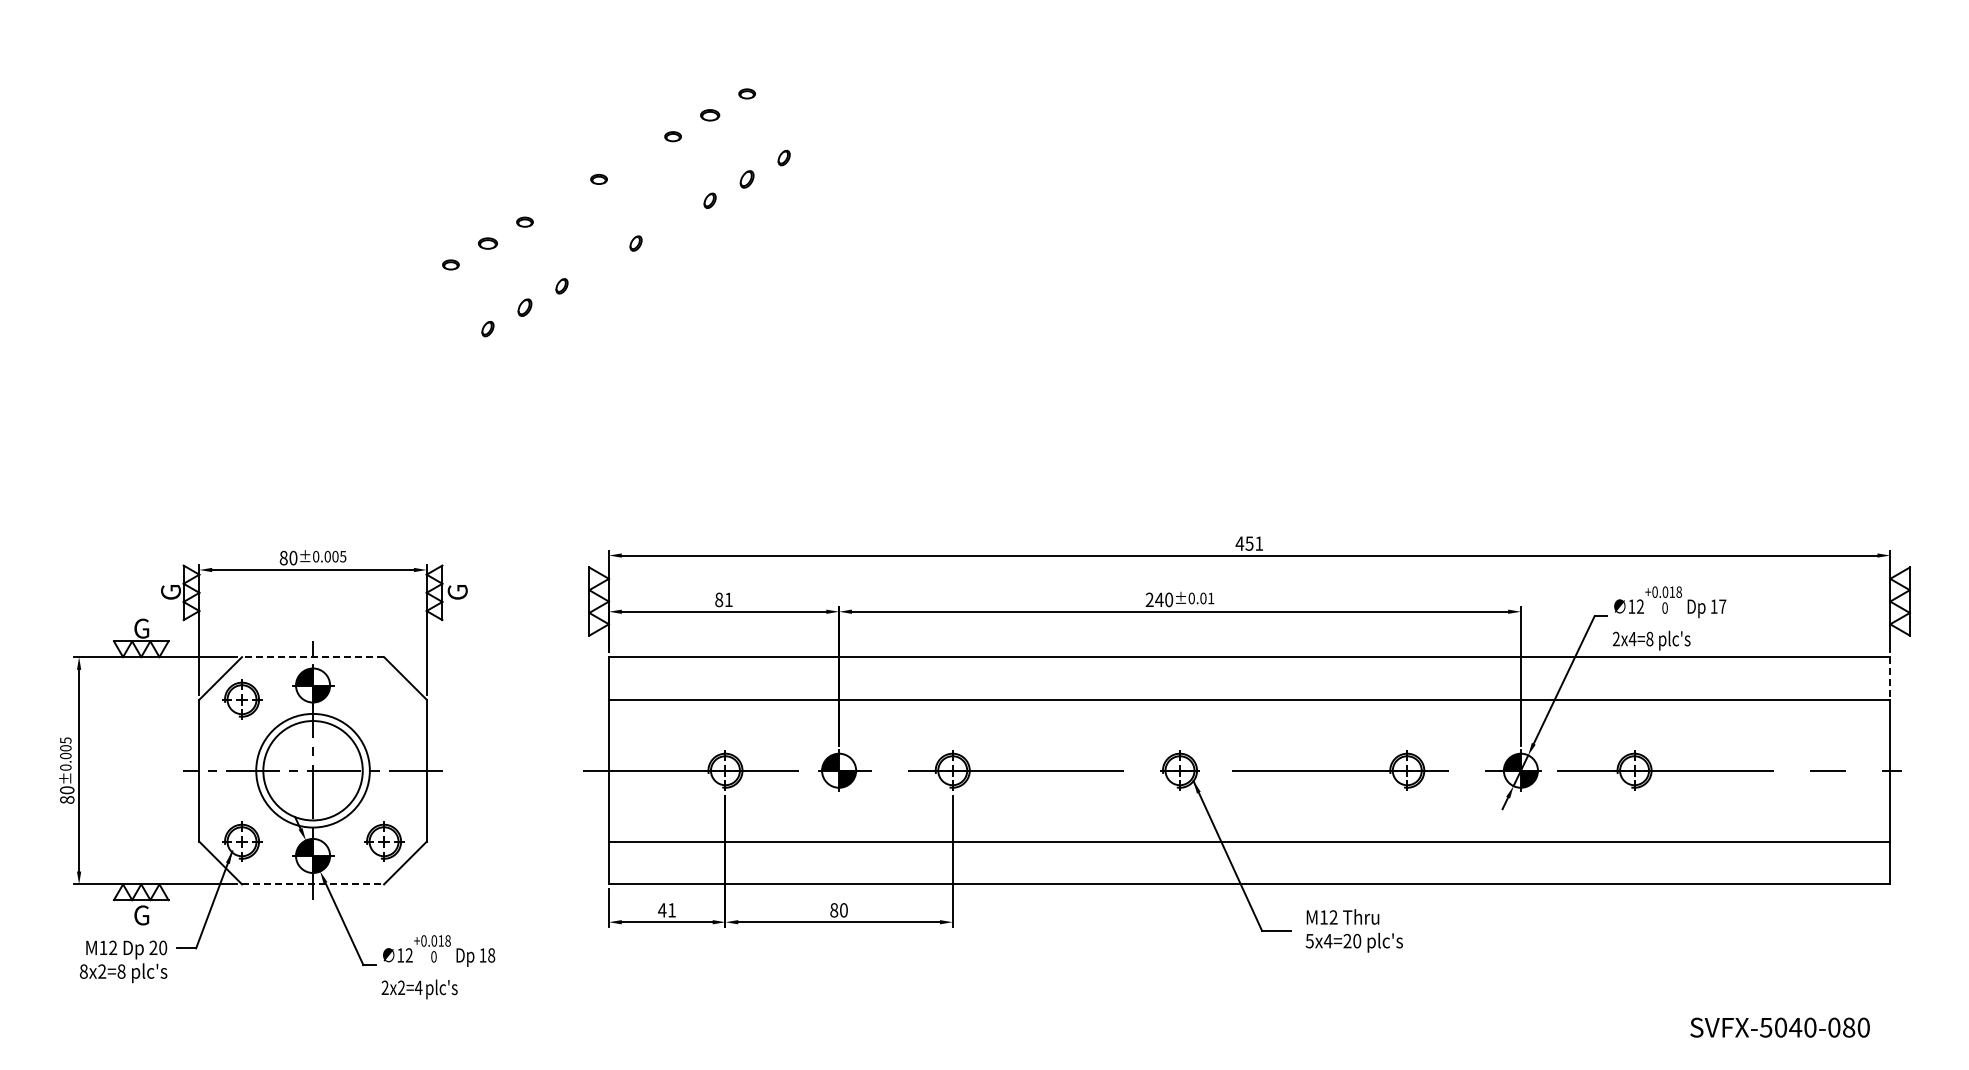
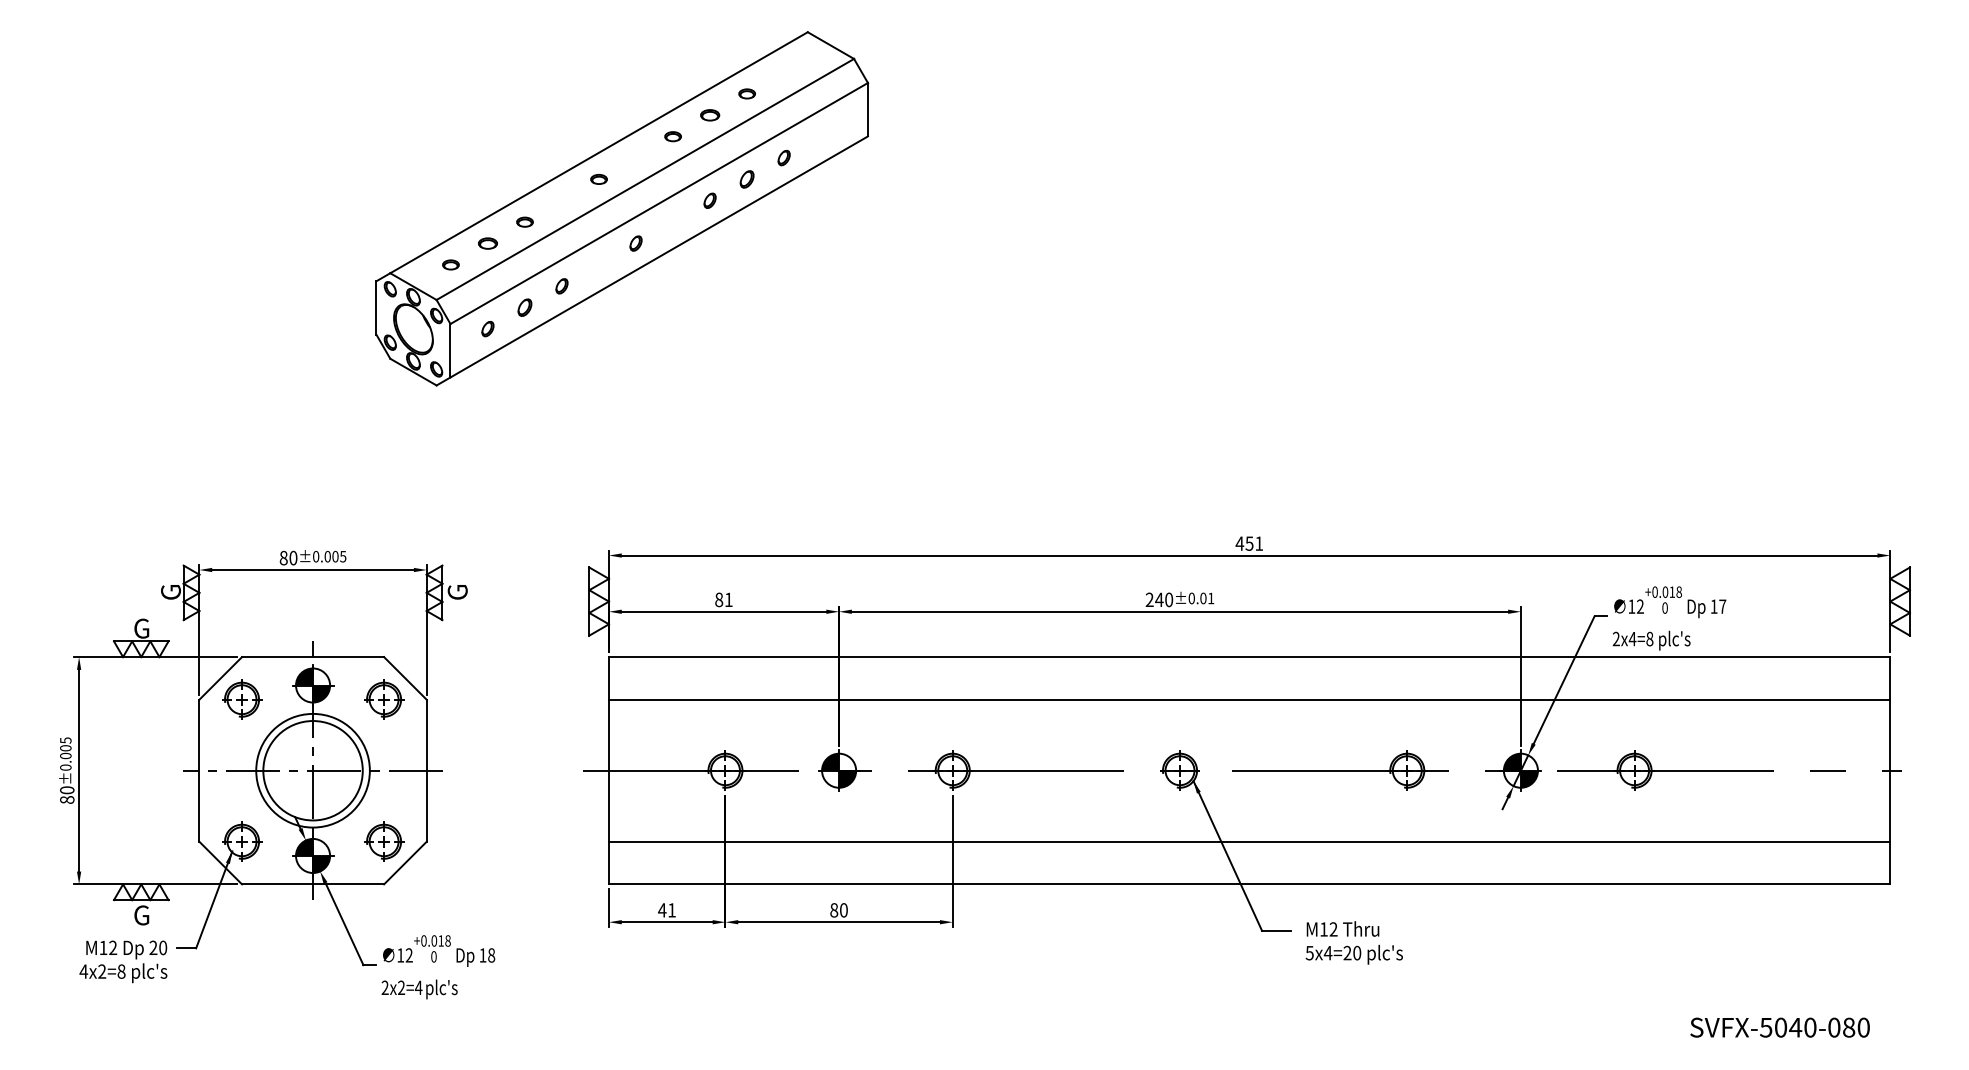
part at (622, 208): none -> present
line at (312, 657): dashed -> solid
line at (1890, 678): dashed -> solid
part at (384, 699): none -> present
line at (313, 884): dashed -> solid
text at (1353, 930) position: (1353, 930) -> (1353, 942)
text at (83, 971): 8x2=8 -> 4x2=8
